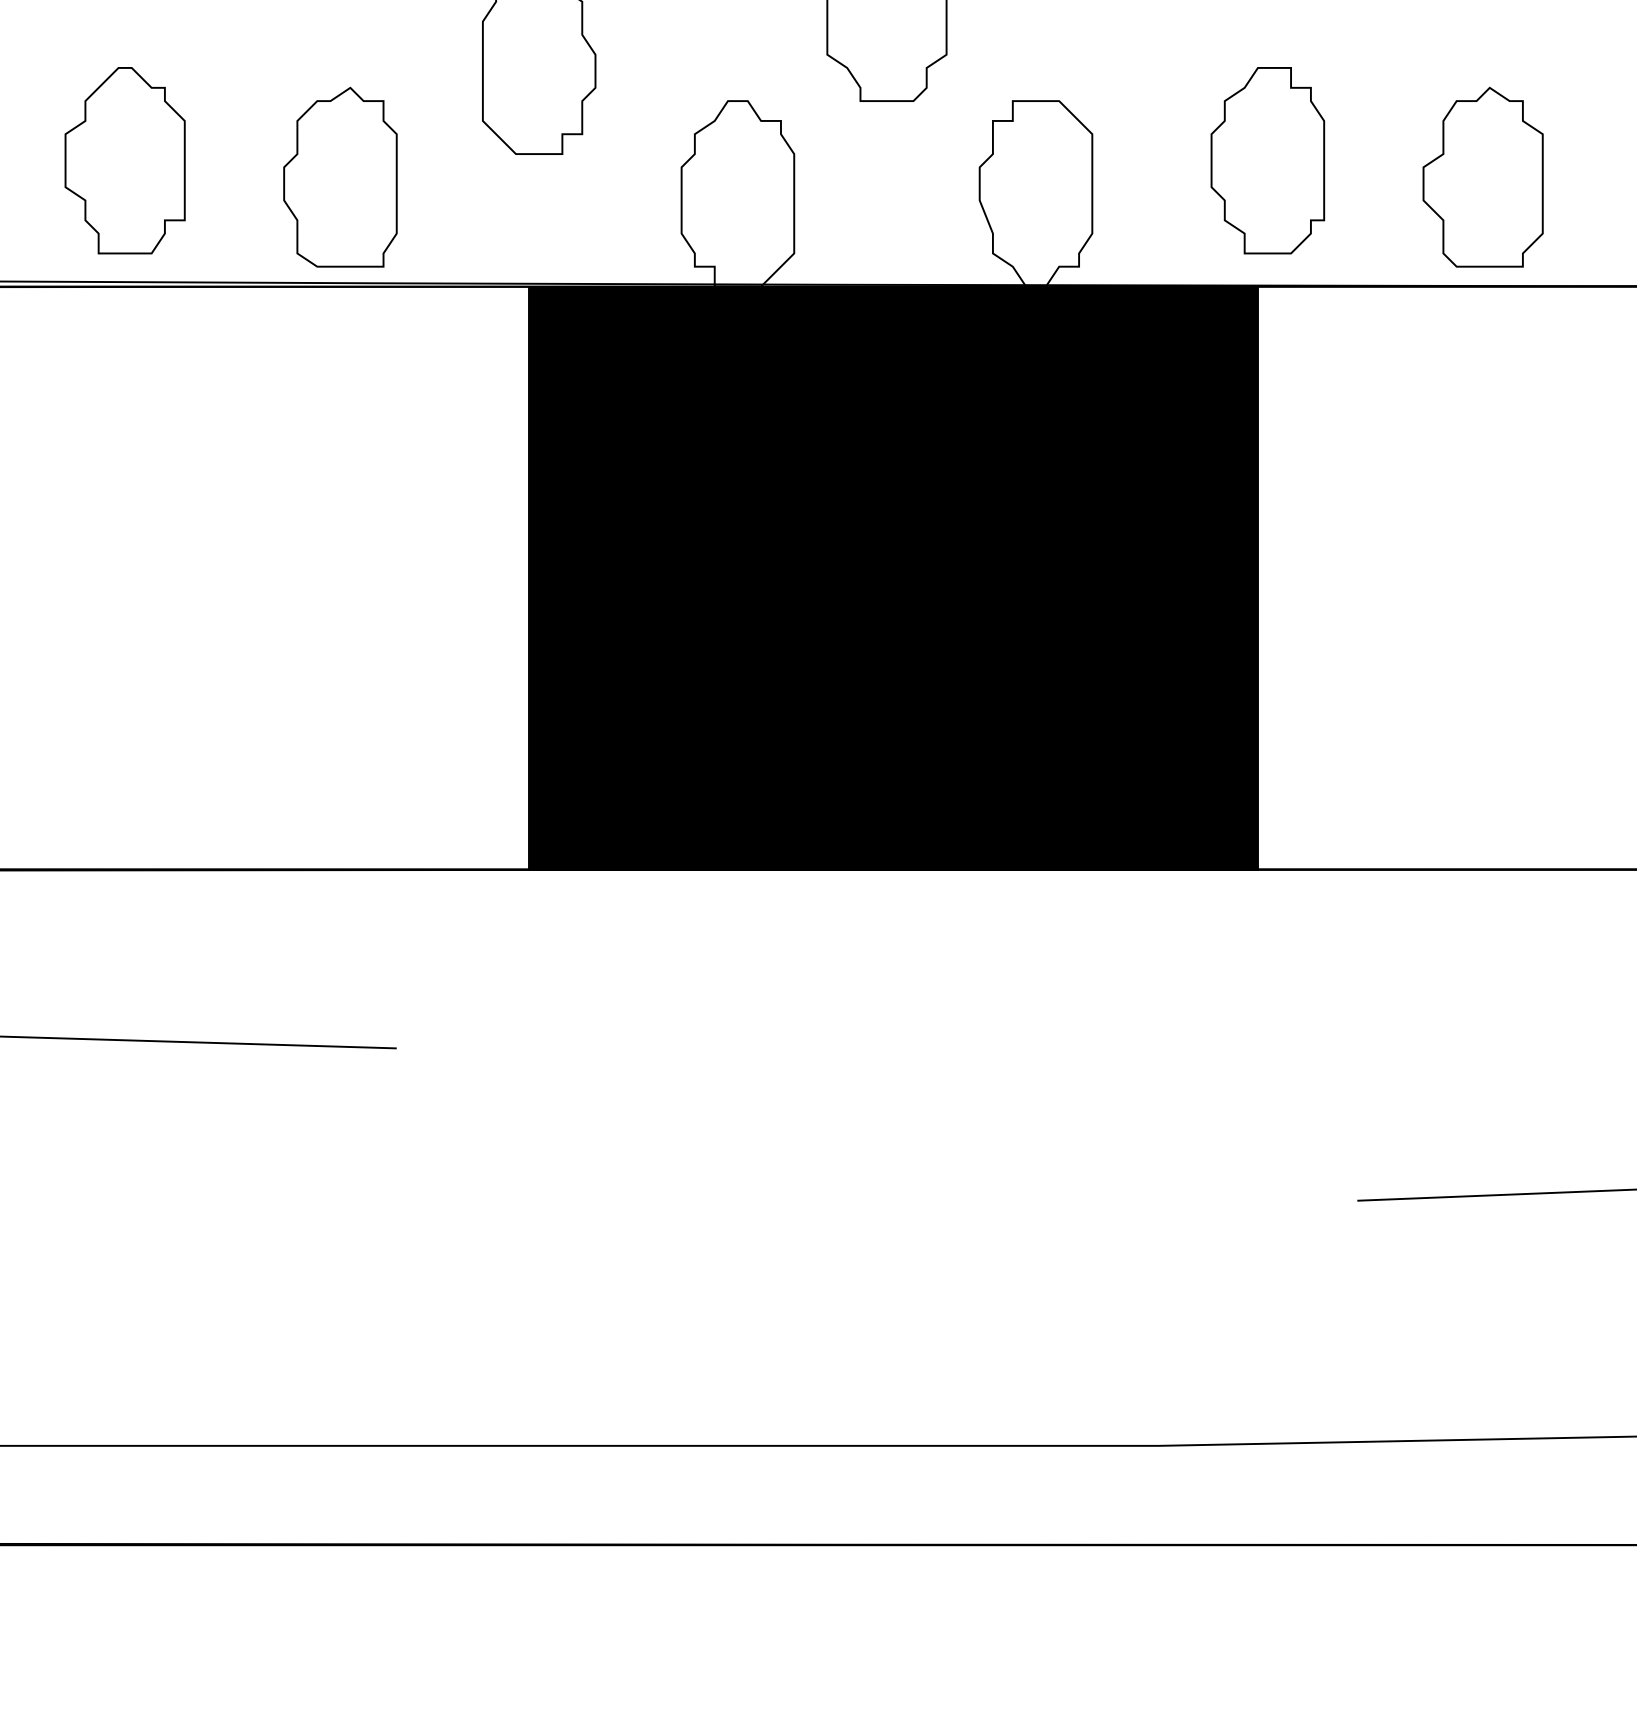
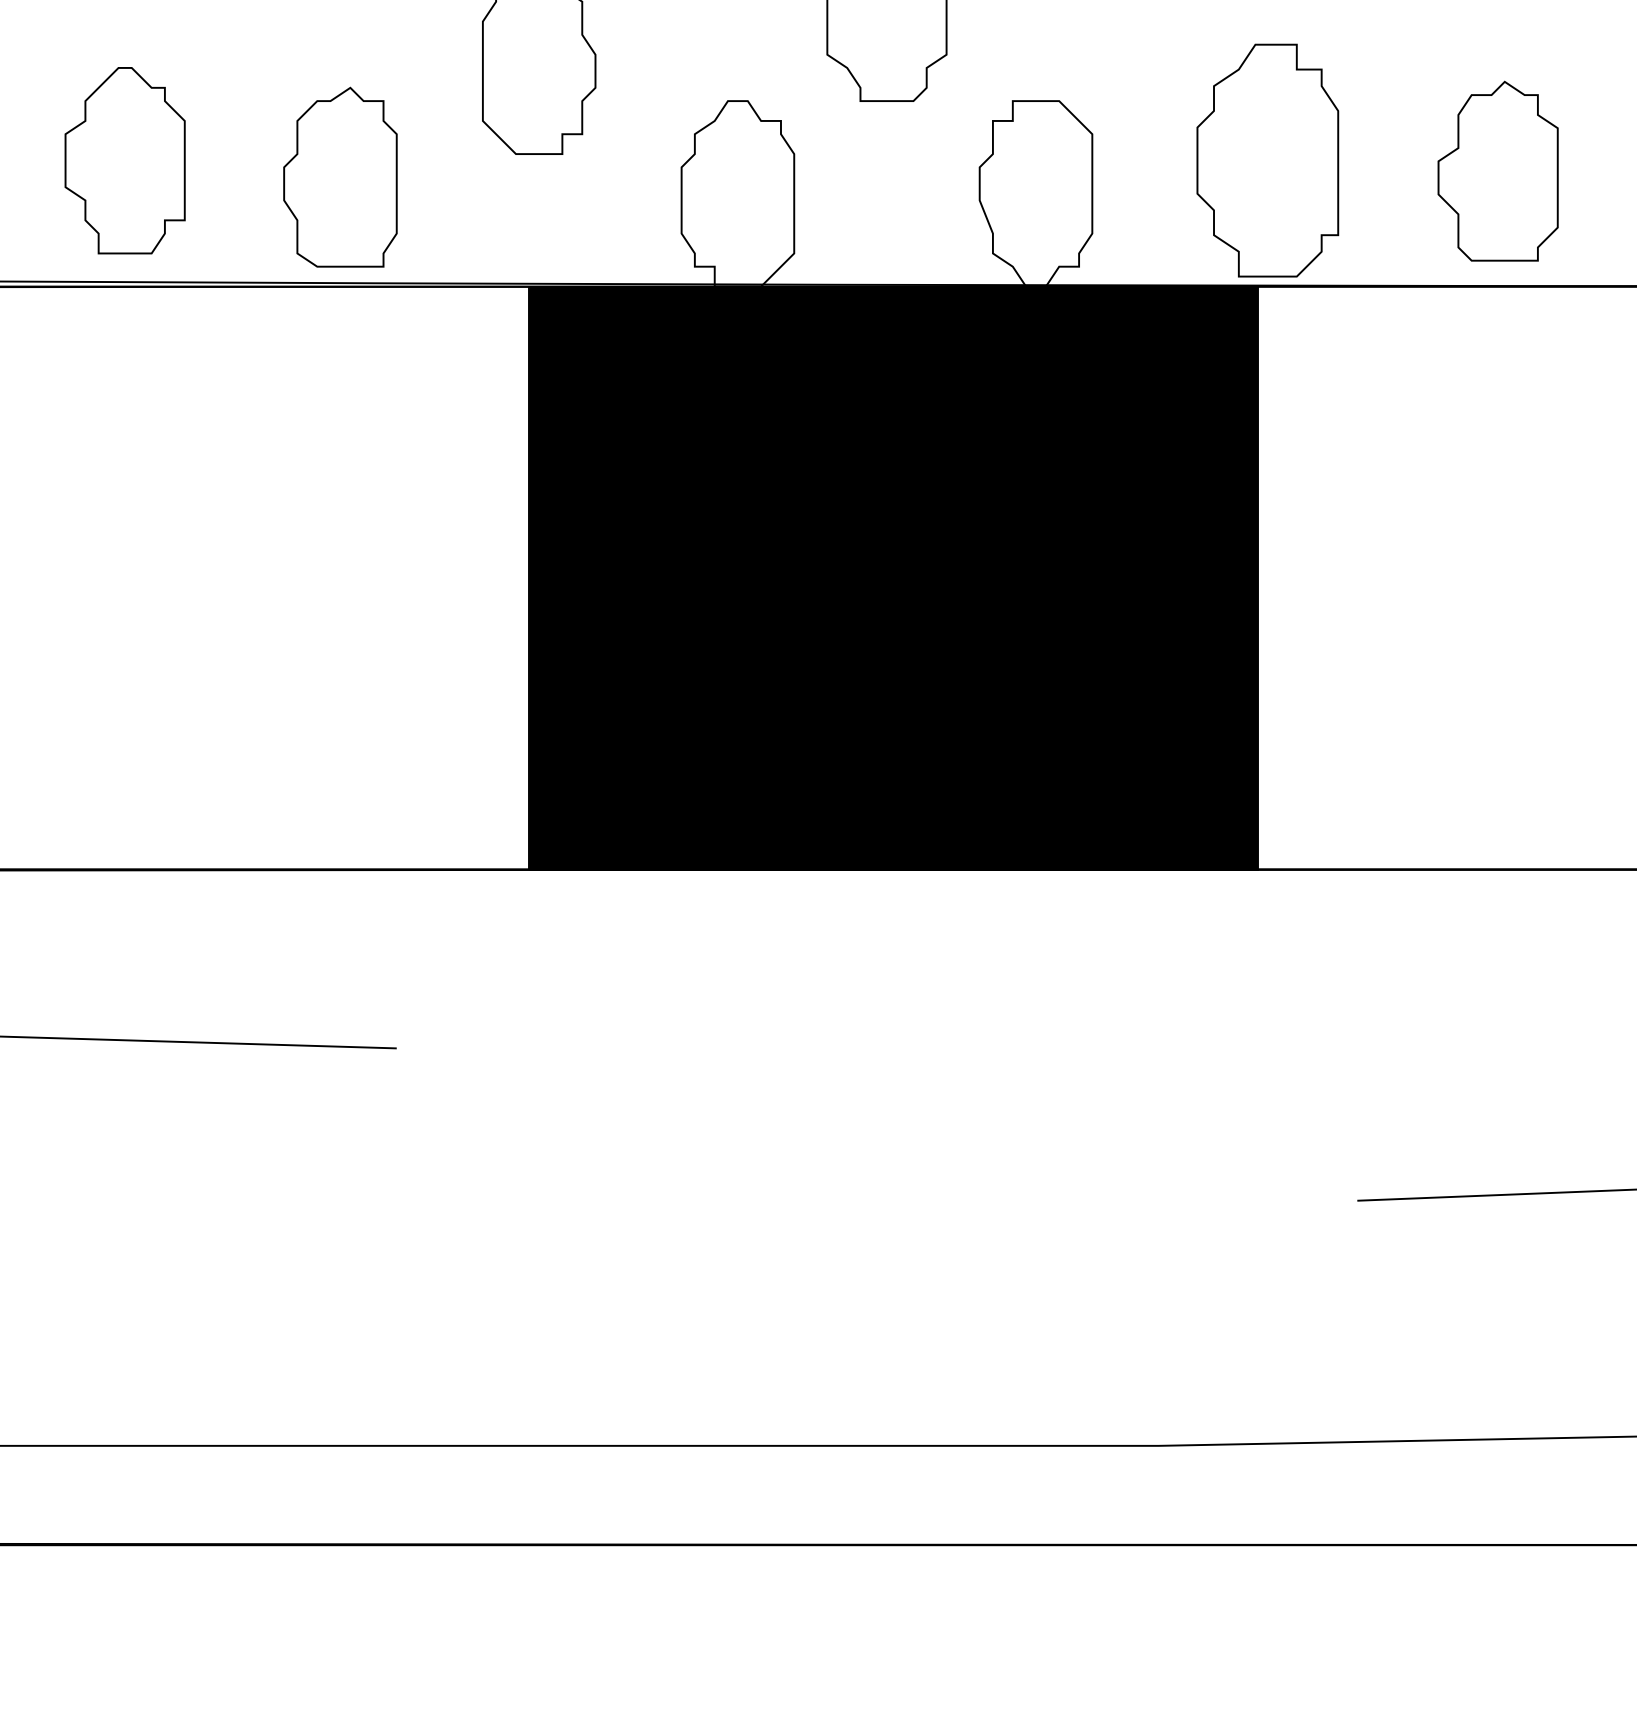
part at (1267, 160) size: 116x188 px -> 144x235 px
part at (1482, 176) position: (1482, 176) -> (1497, 170)
